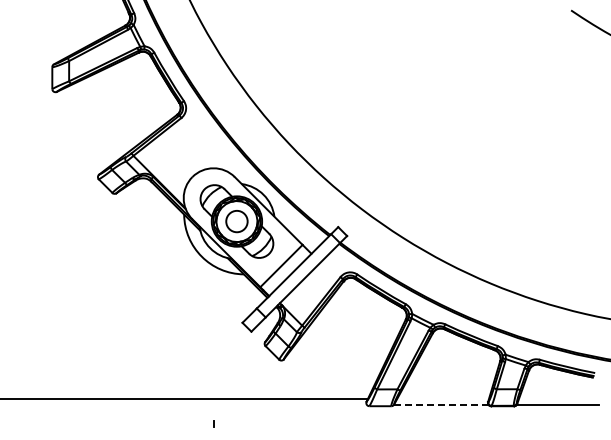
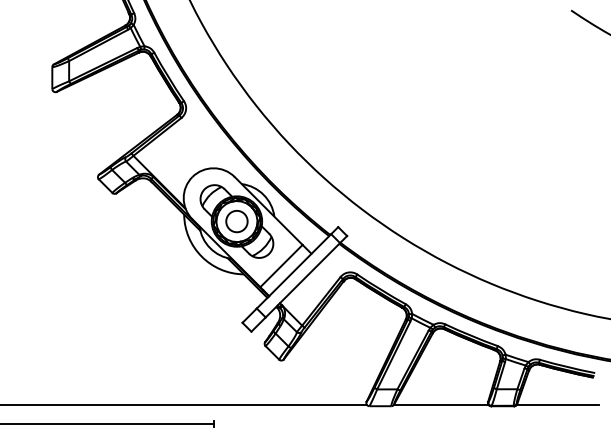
line at (184, 398) position: (184, 398) -> (184, 404)
line at (441, 404): dashed -> solid
line at (108, 423): none -> present
